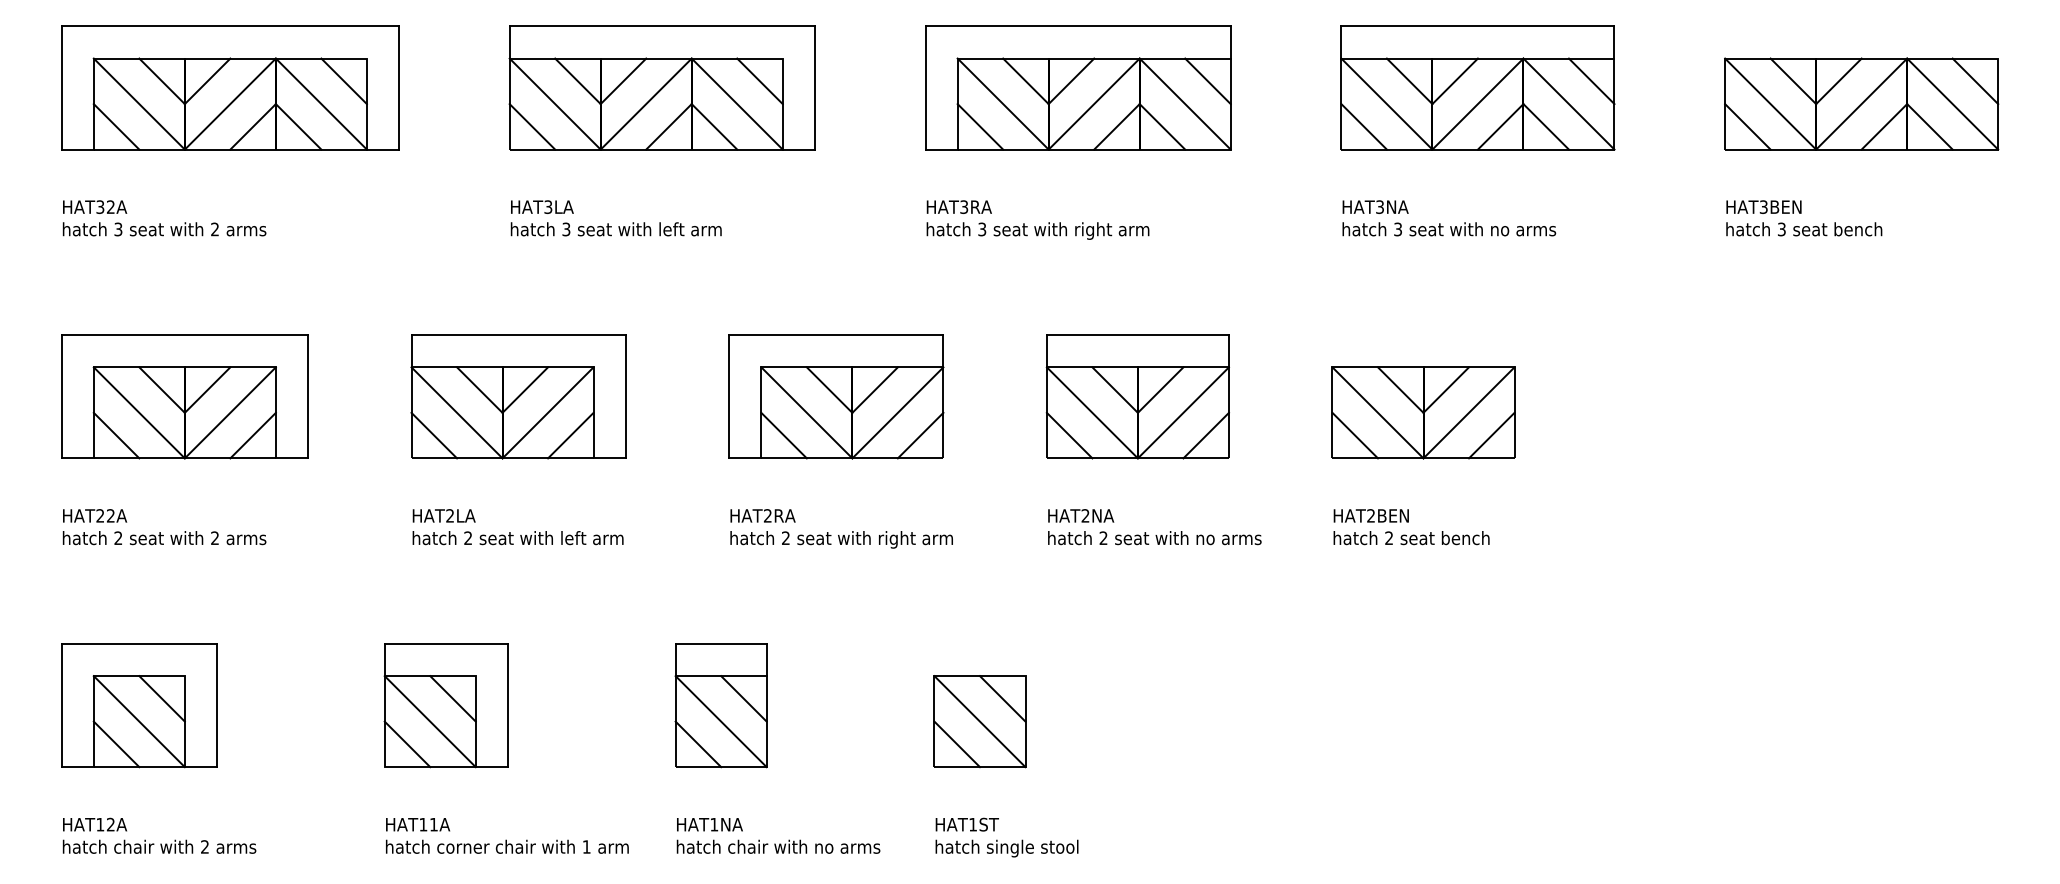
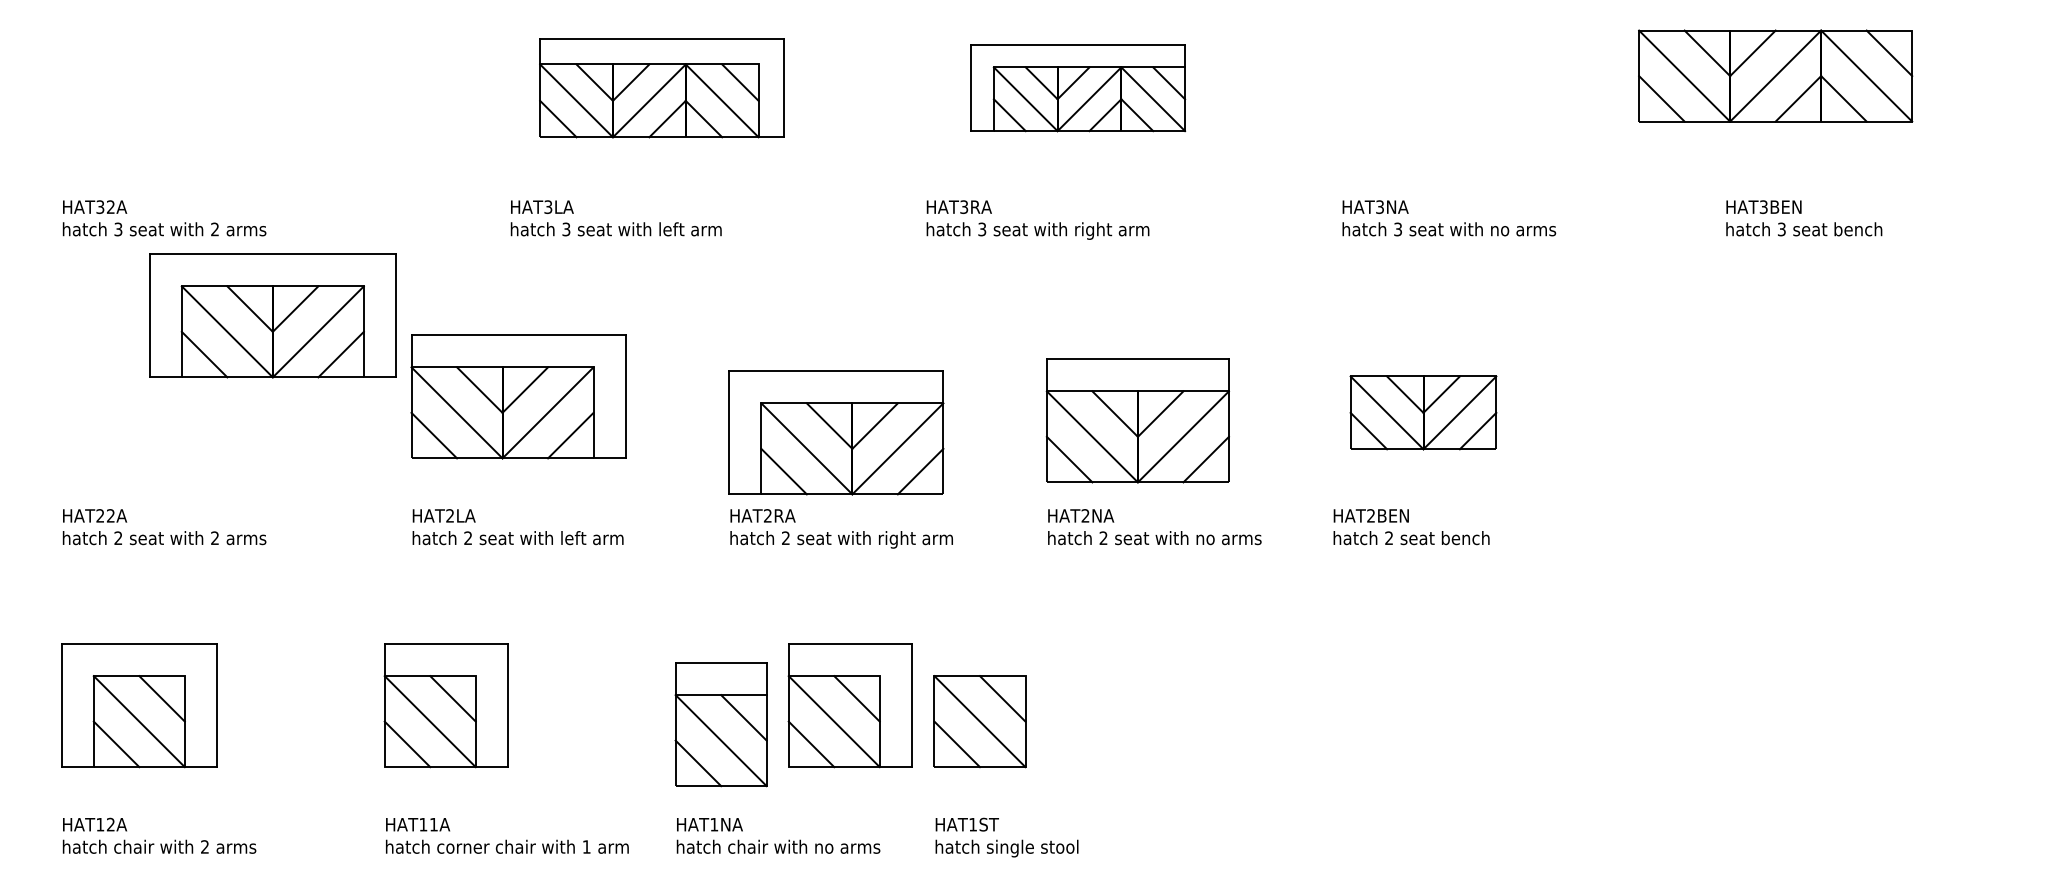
part at (230, 87): present -> none
part at (661, 87) size: 308x126 px -> 246x101 px
part at (1078, 87) size: 307x126 px -> 217x89 px
part at (1477, 87): present -> none
part at (1861, 103) position: (1861, 103) -> (1775, 75)
part at (184, 396) position: (184, 396) -> (272, 315)
part at (836, 396) position: (836, 396) -> (836, 432)
part at (1137, 396) position: (1137, 396) -> (1137, 420)
part at (1423, 412) size: 185x94 px -> 149x76 px
part at (720, 705) position: (720, 705) -> (720, 724)
part at (849, 705): none -> present
